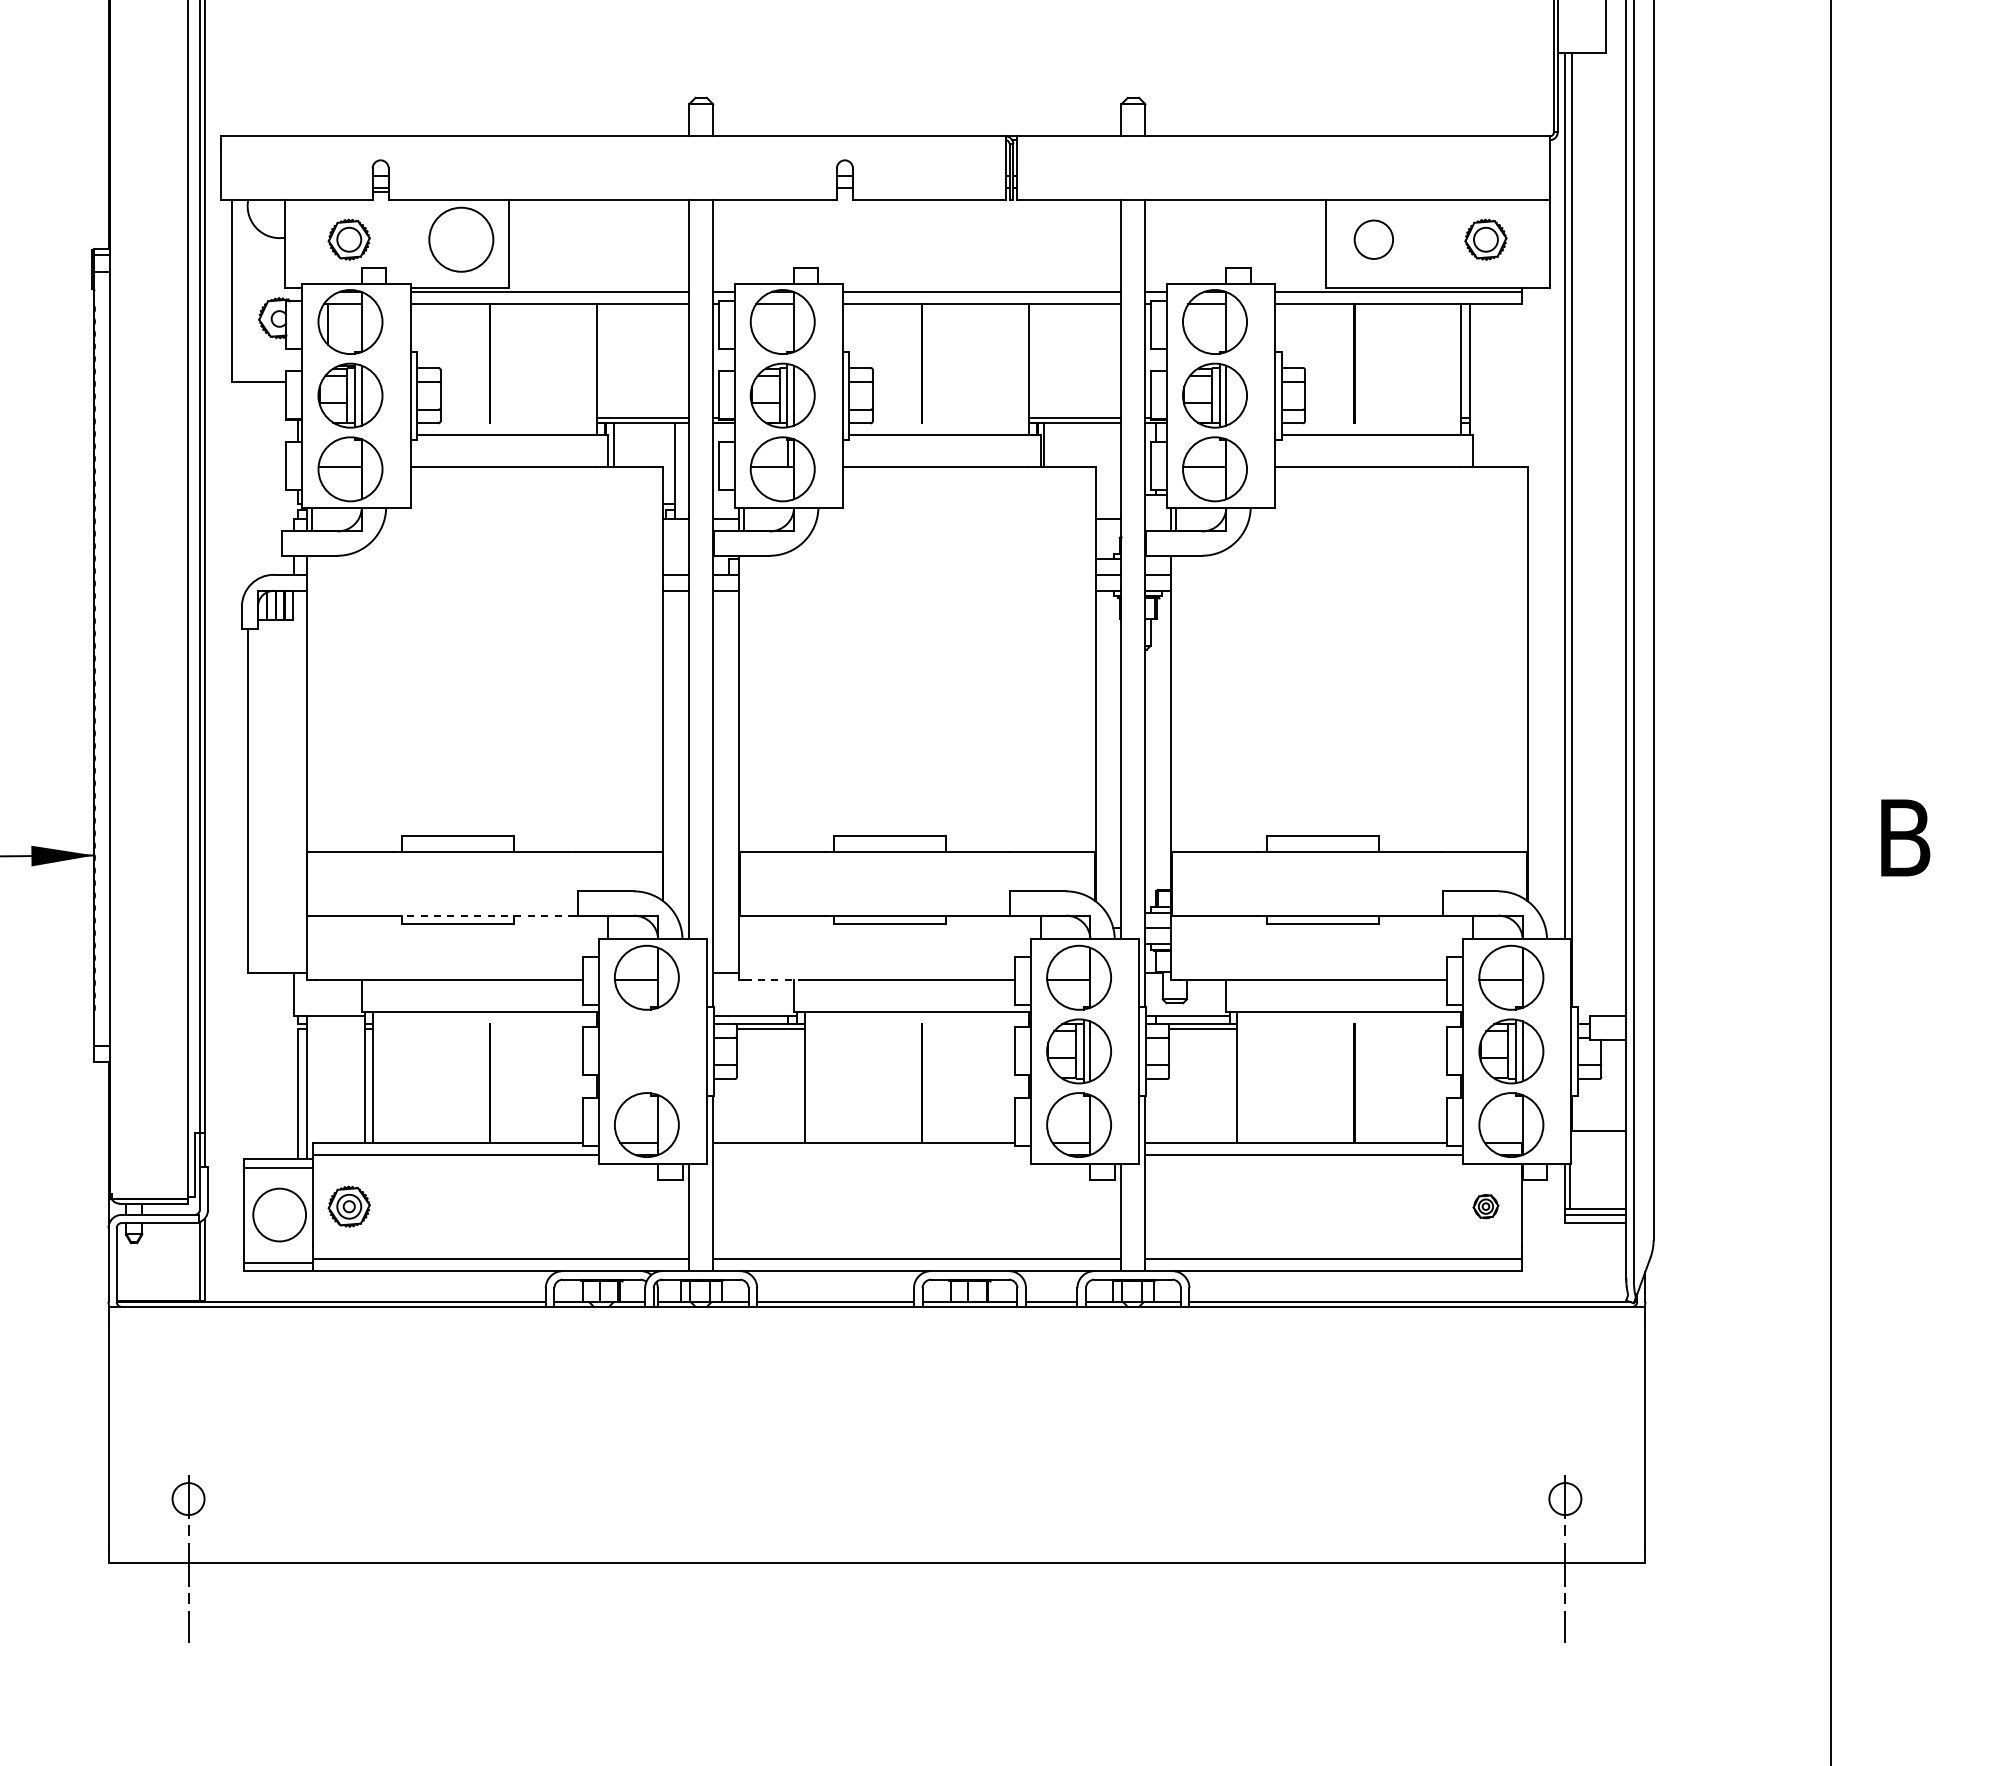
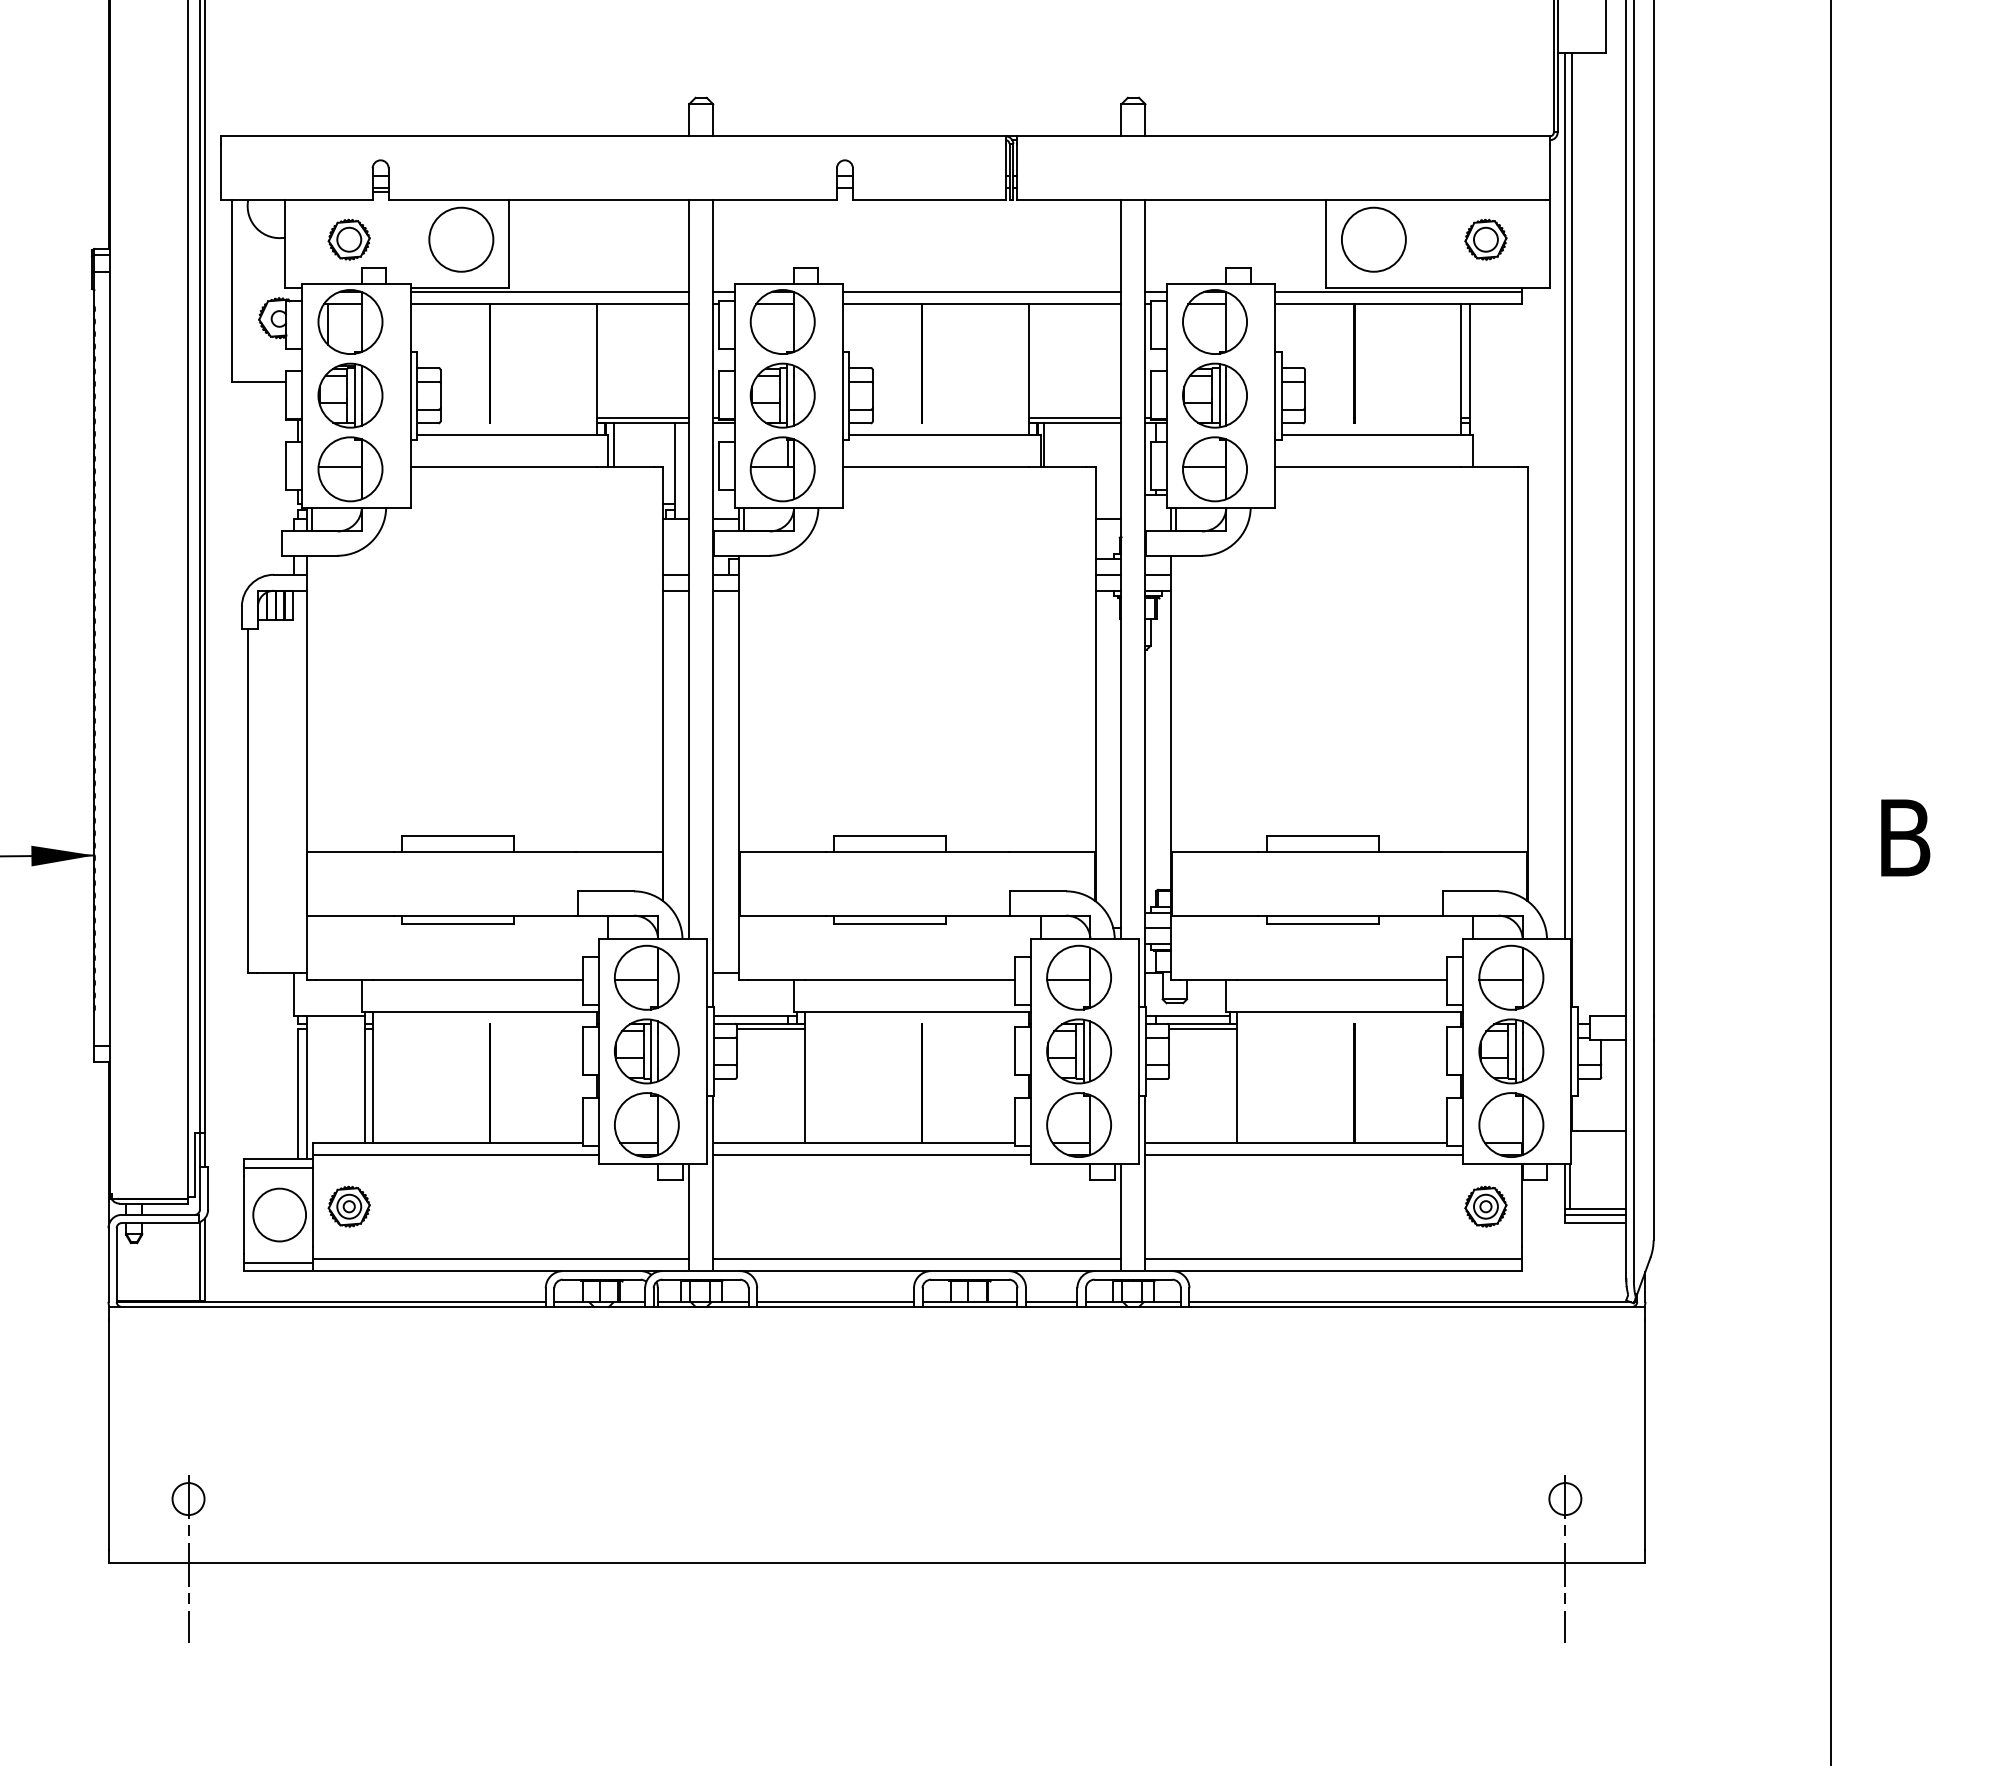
circle at (1373, 239) diameter: 38 px -> 64 px
line at (485, 915): dashed -> solid
line at (776, 979): dashed -> solid
part at (646, 1051): none -> present
line at (872, 1155): none -> present
part at (1485, 1206) size: 28x26 px -> 44x43 px
